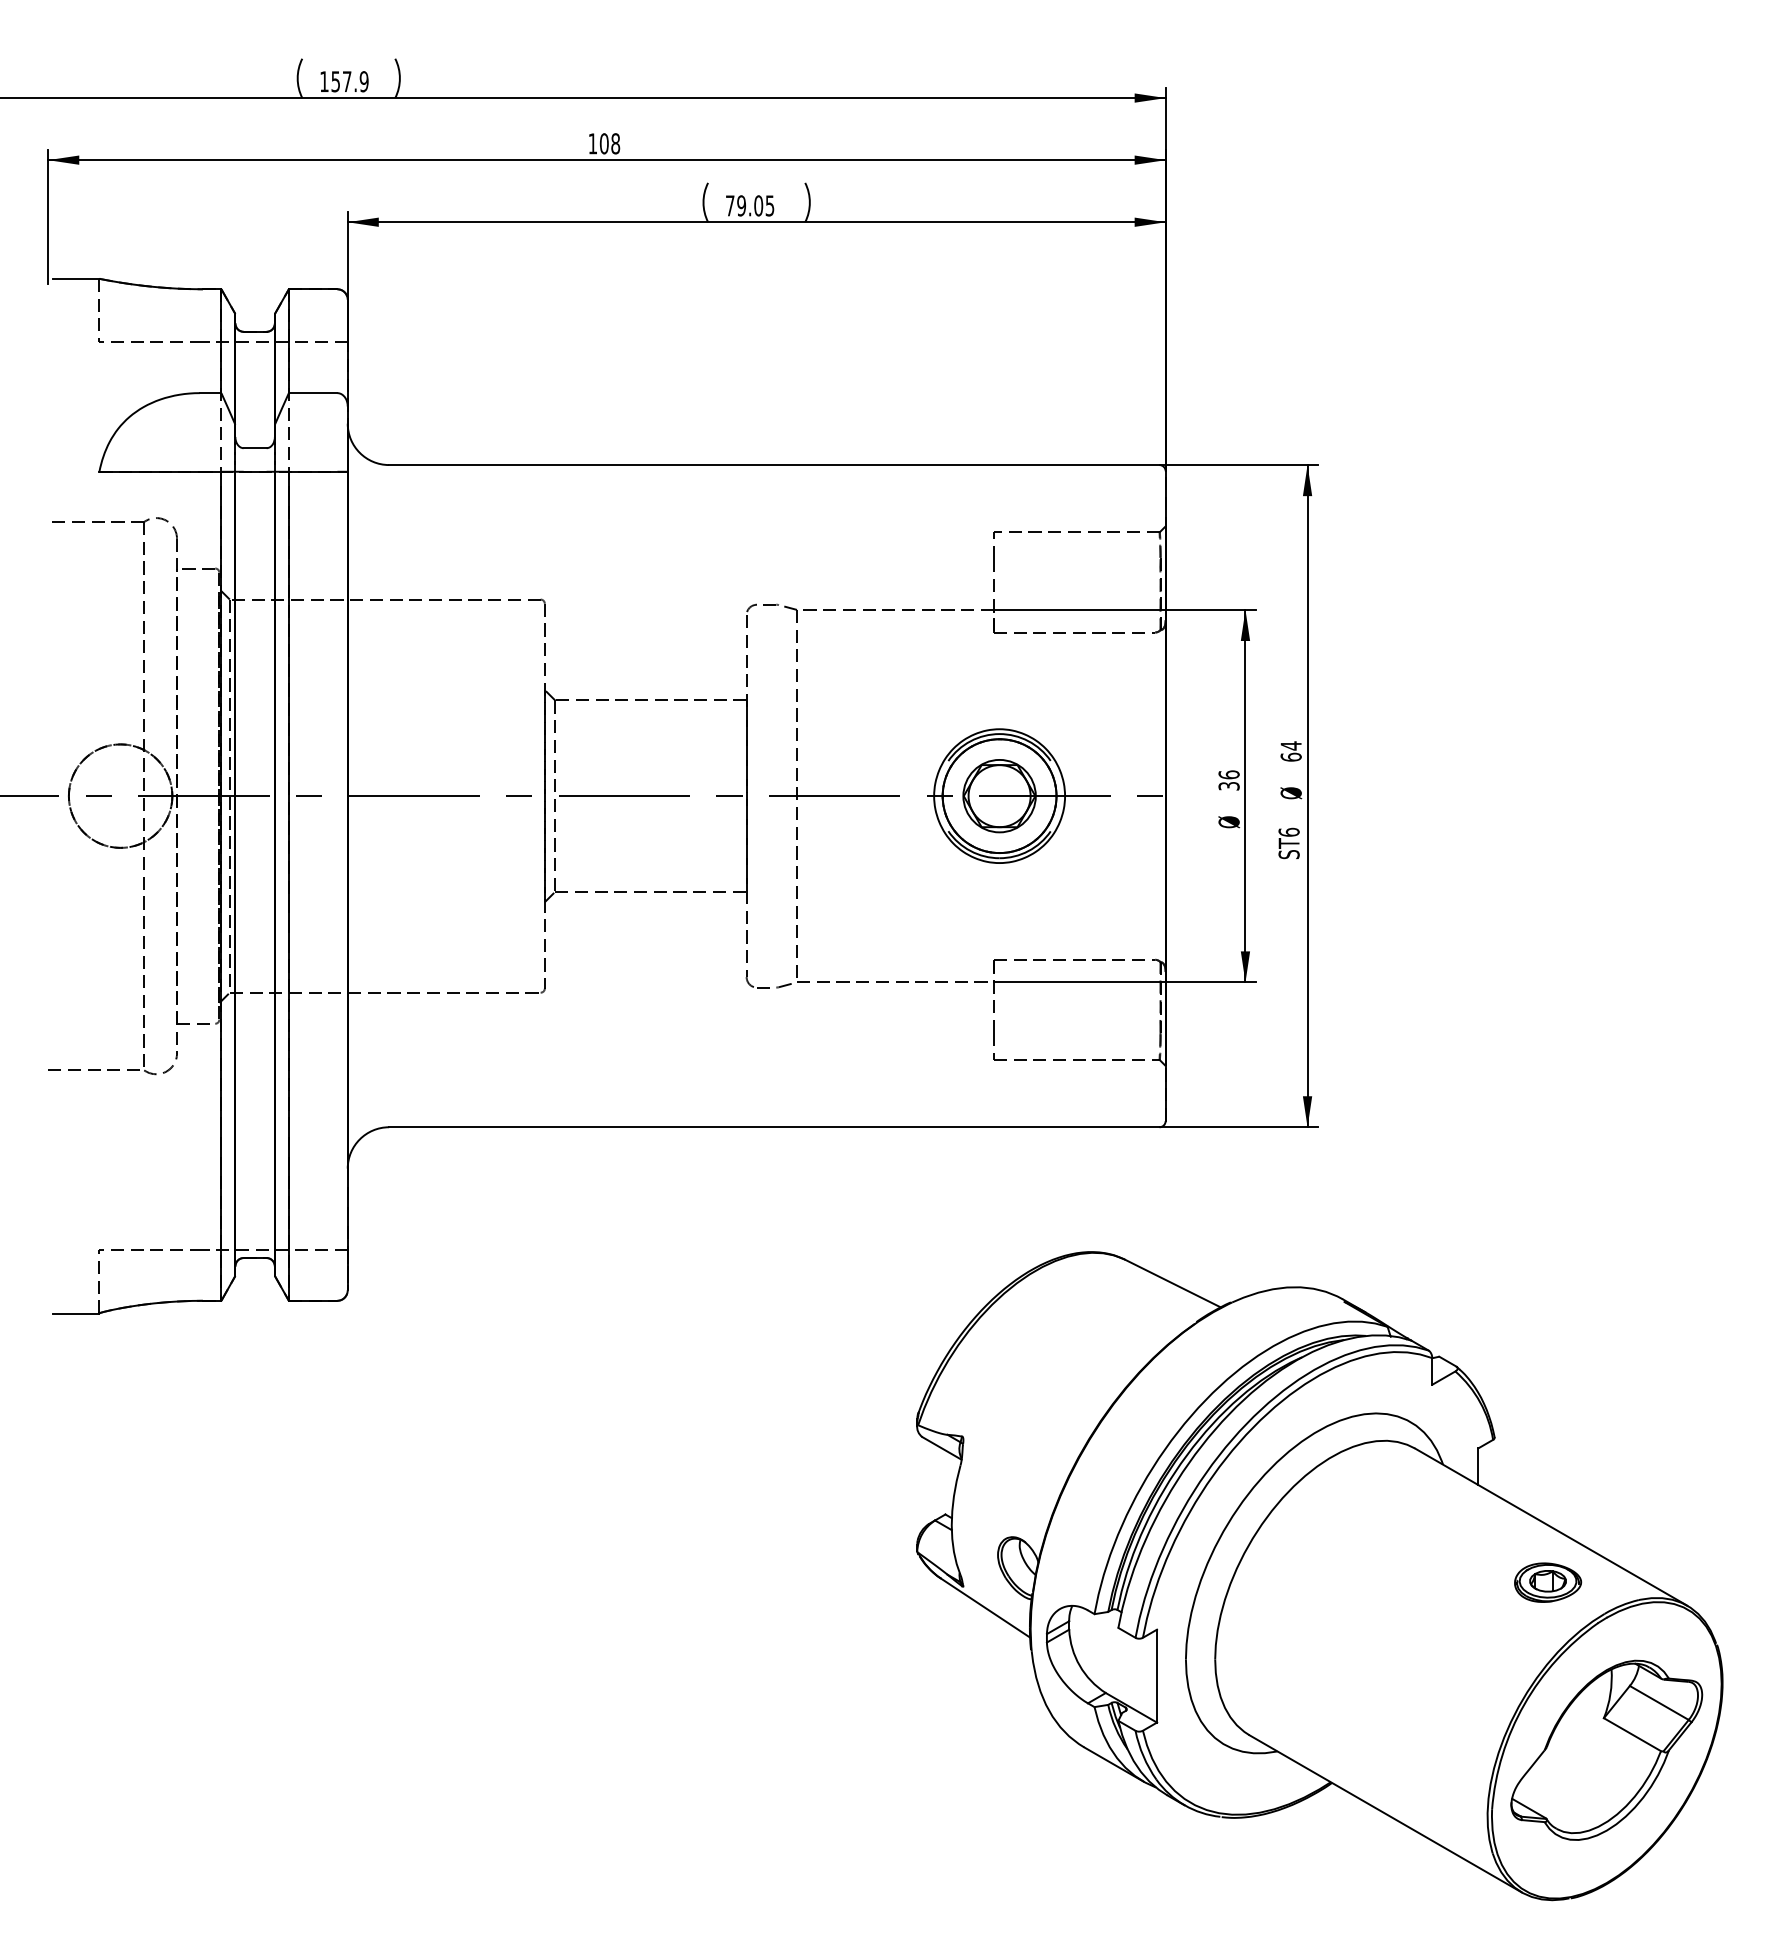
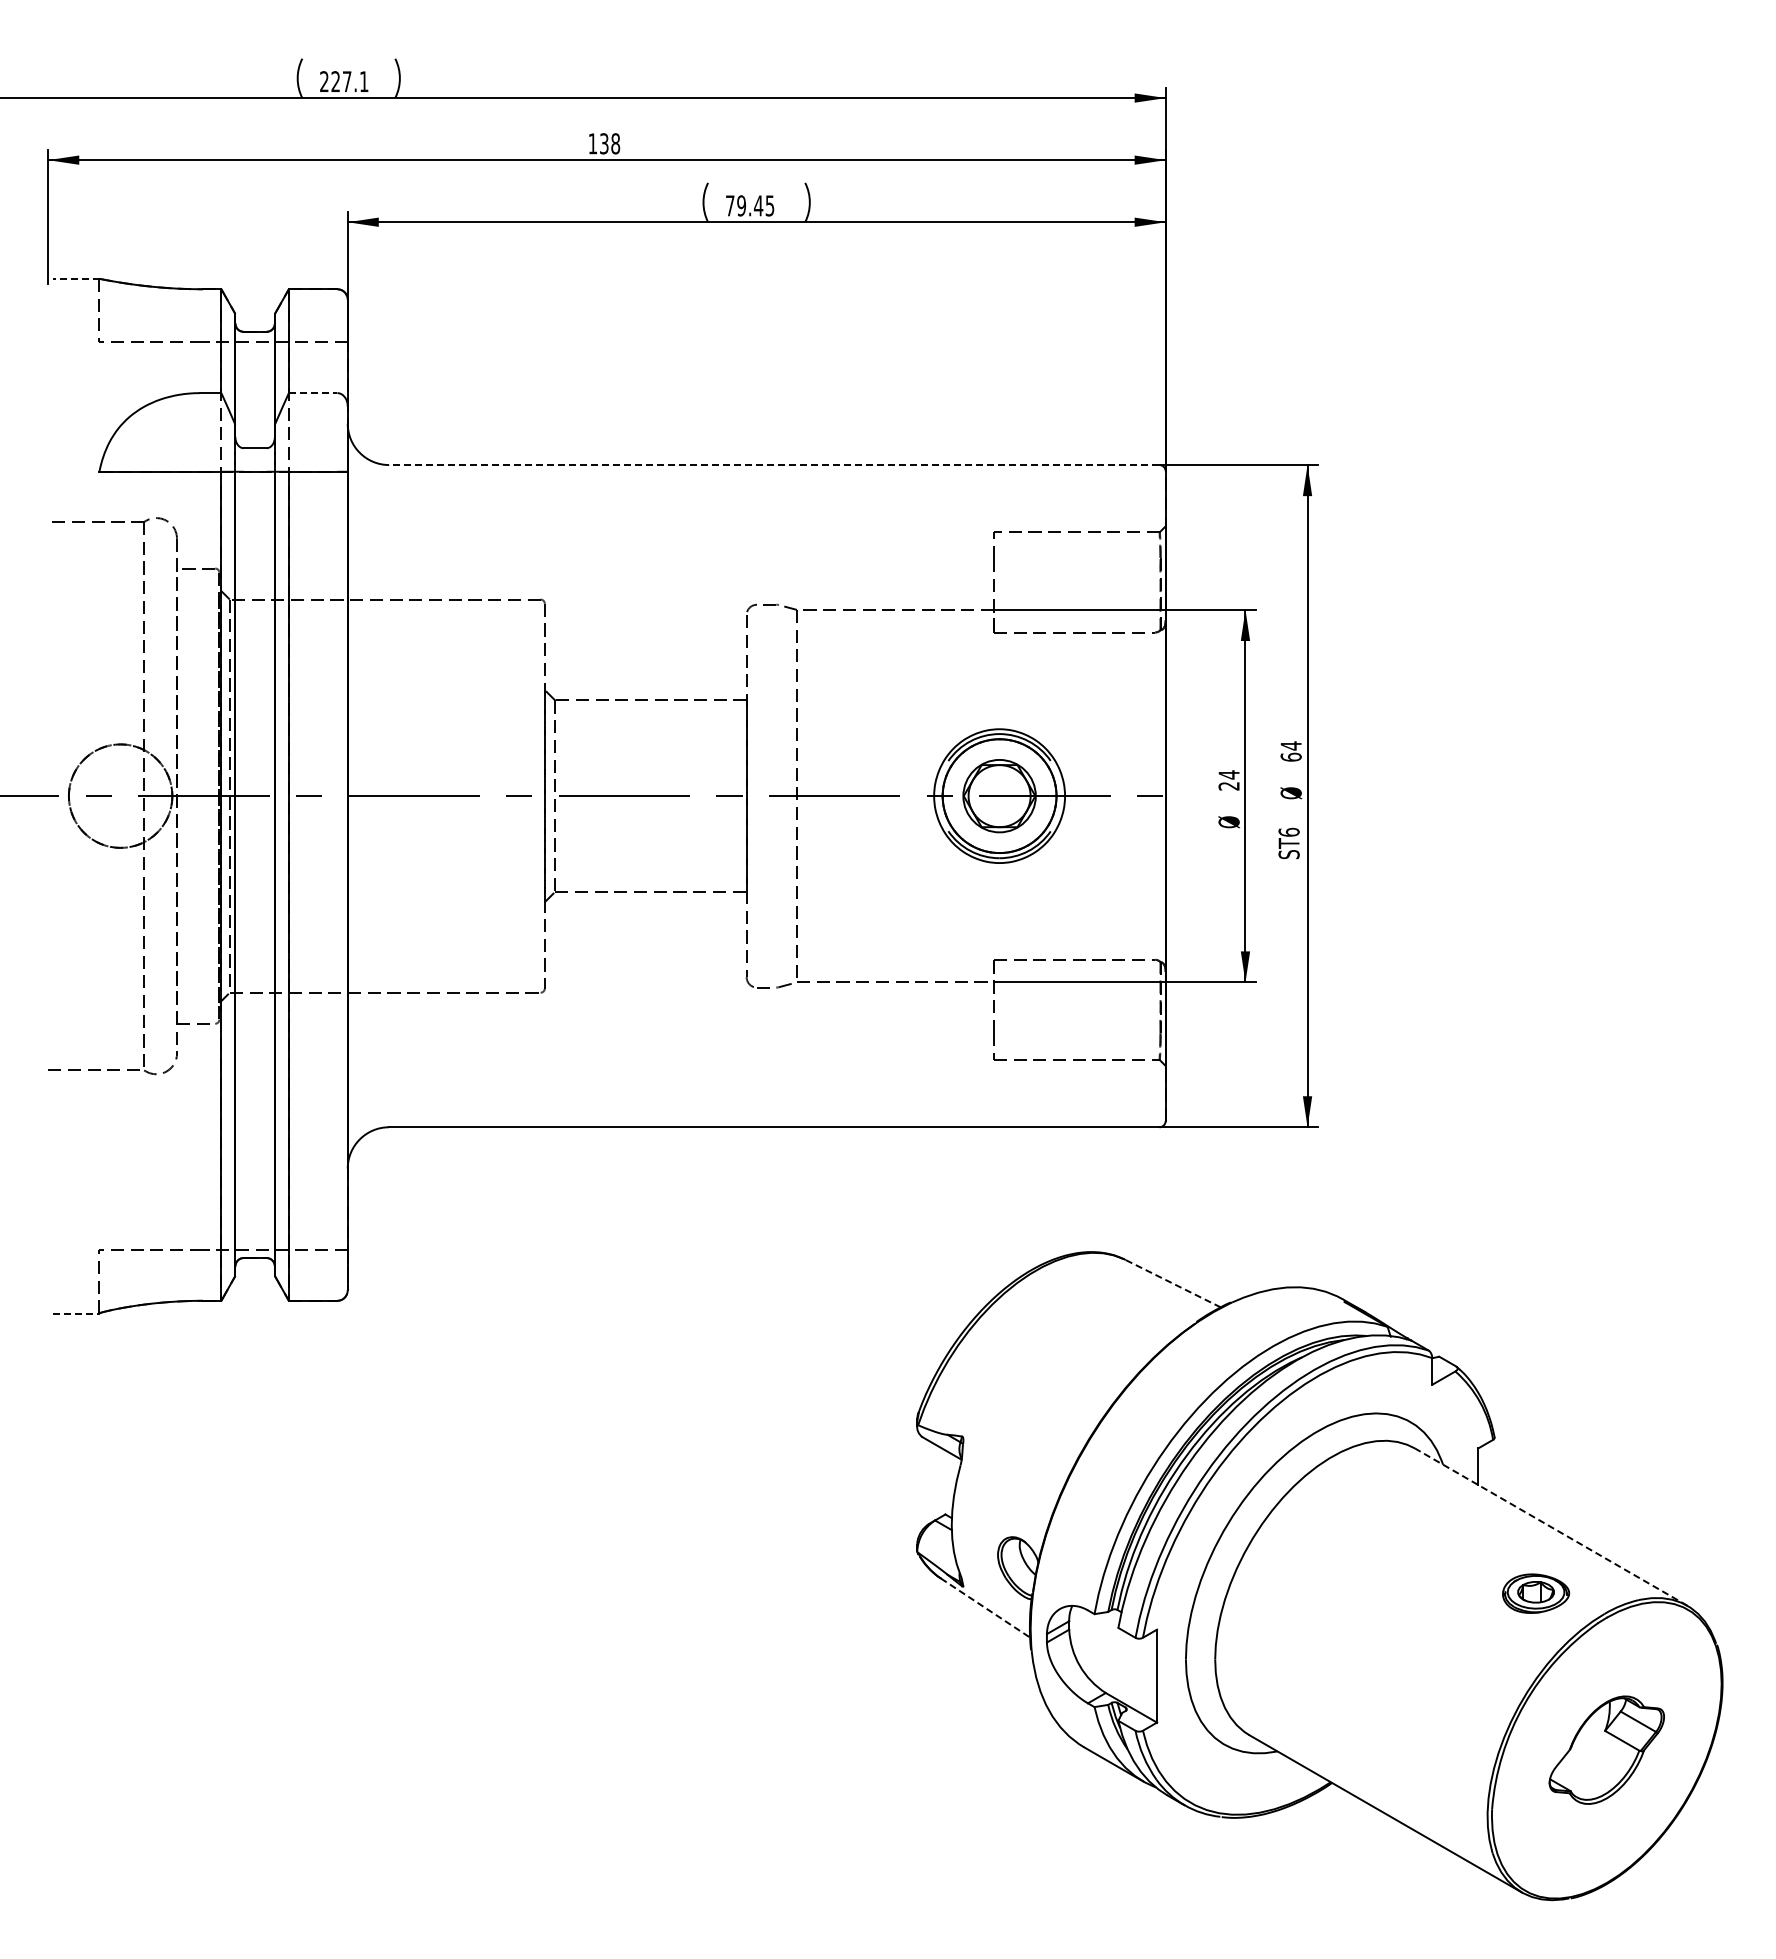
text at (344, 81): 157.9 -> 227.1
text at (603, 143): 108 -> 138
text at (758, 205): 79.05 -> 79.45
line at (76, 278): solid -> dashed
line at (313, 393): solid -> dashed
line at (773, 465): solid -> dashed
text at (1228, 780): 36 -> 24
line at (1172, 1283): solid -> dashed
line at (76, 1313): solid -> dashed
line at (1550, 1526): solid -> dashed
part at (1548, 1582) position: (1548, 1582) -> (1536, 1593)
line at (985, 1608): solid -> dashed
part at (1606, 1749) size: 194x182 px -> 117x110 px
